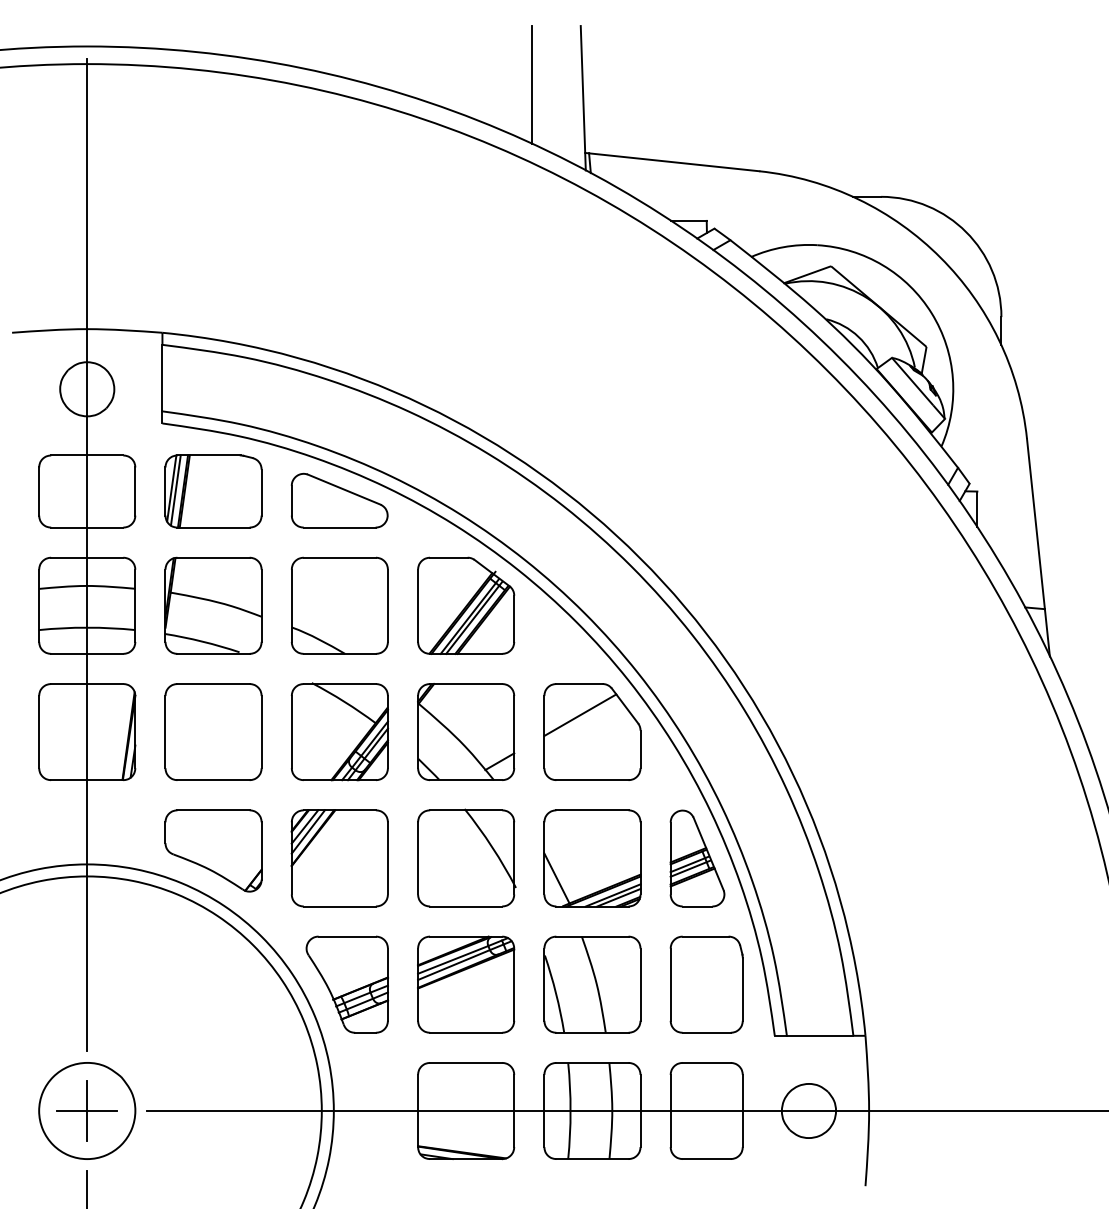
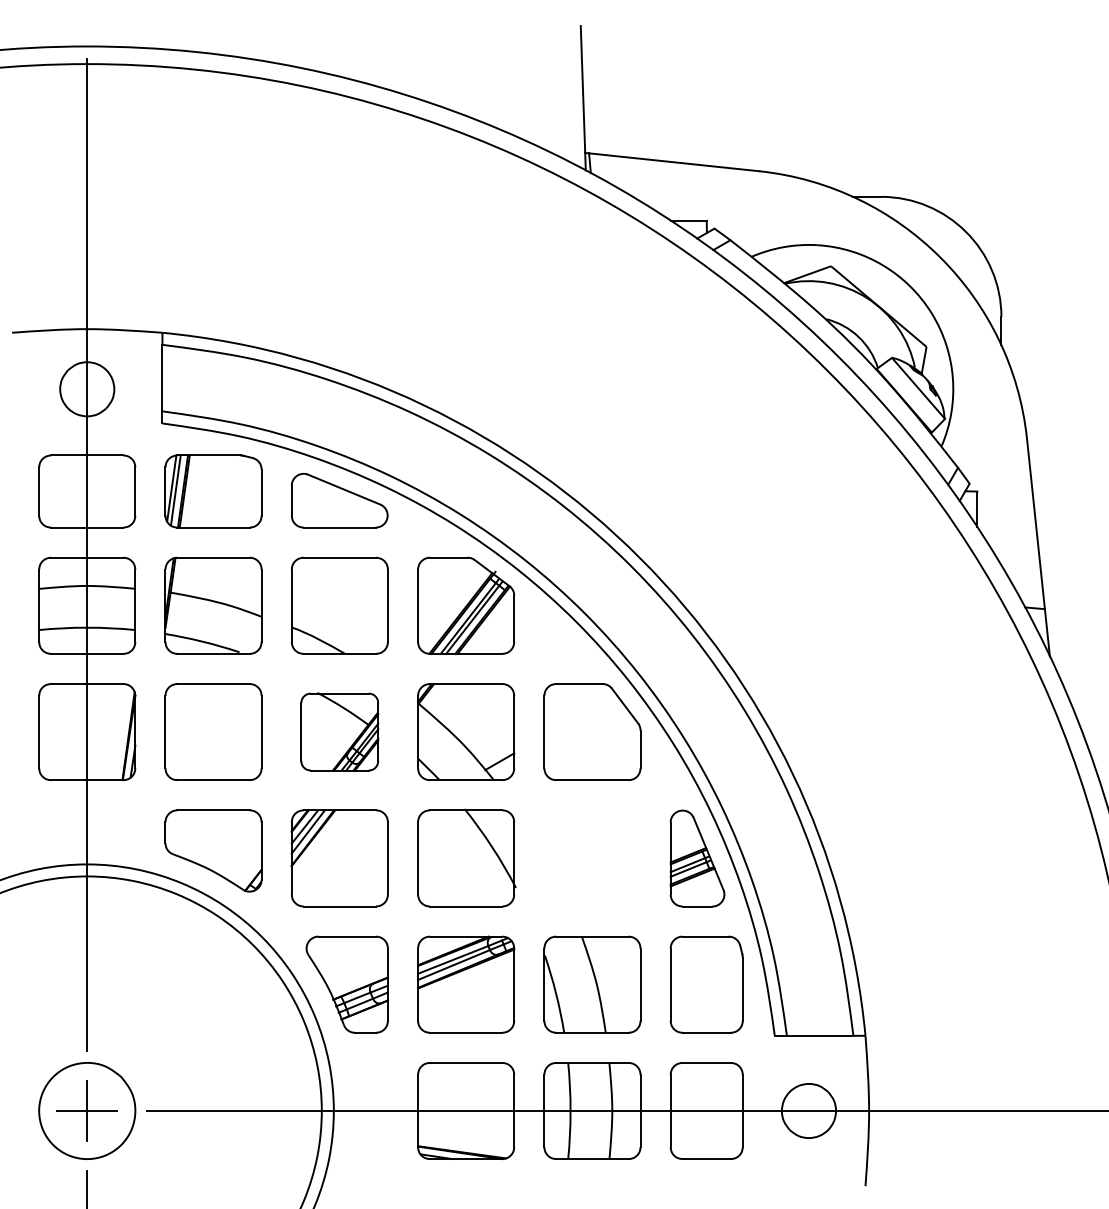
line at (532, 84): present -> none
line at (580, 714): present -> none
part at (339, 731) size: 99x100 px -> 80x80 px
part at (592, 858): present -> none
